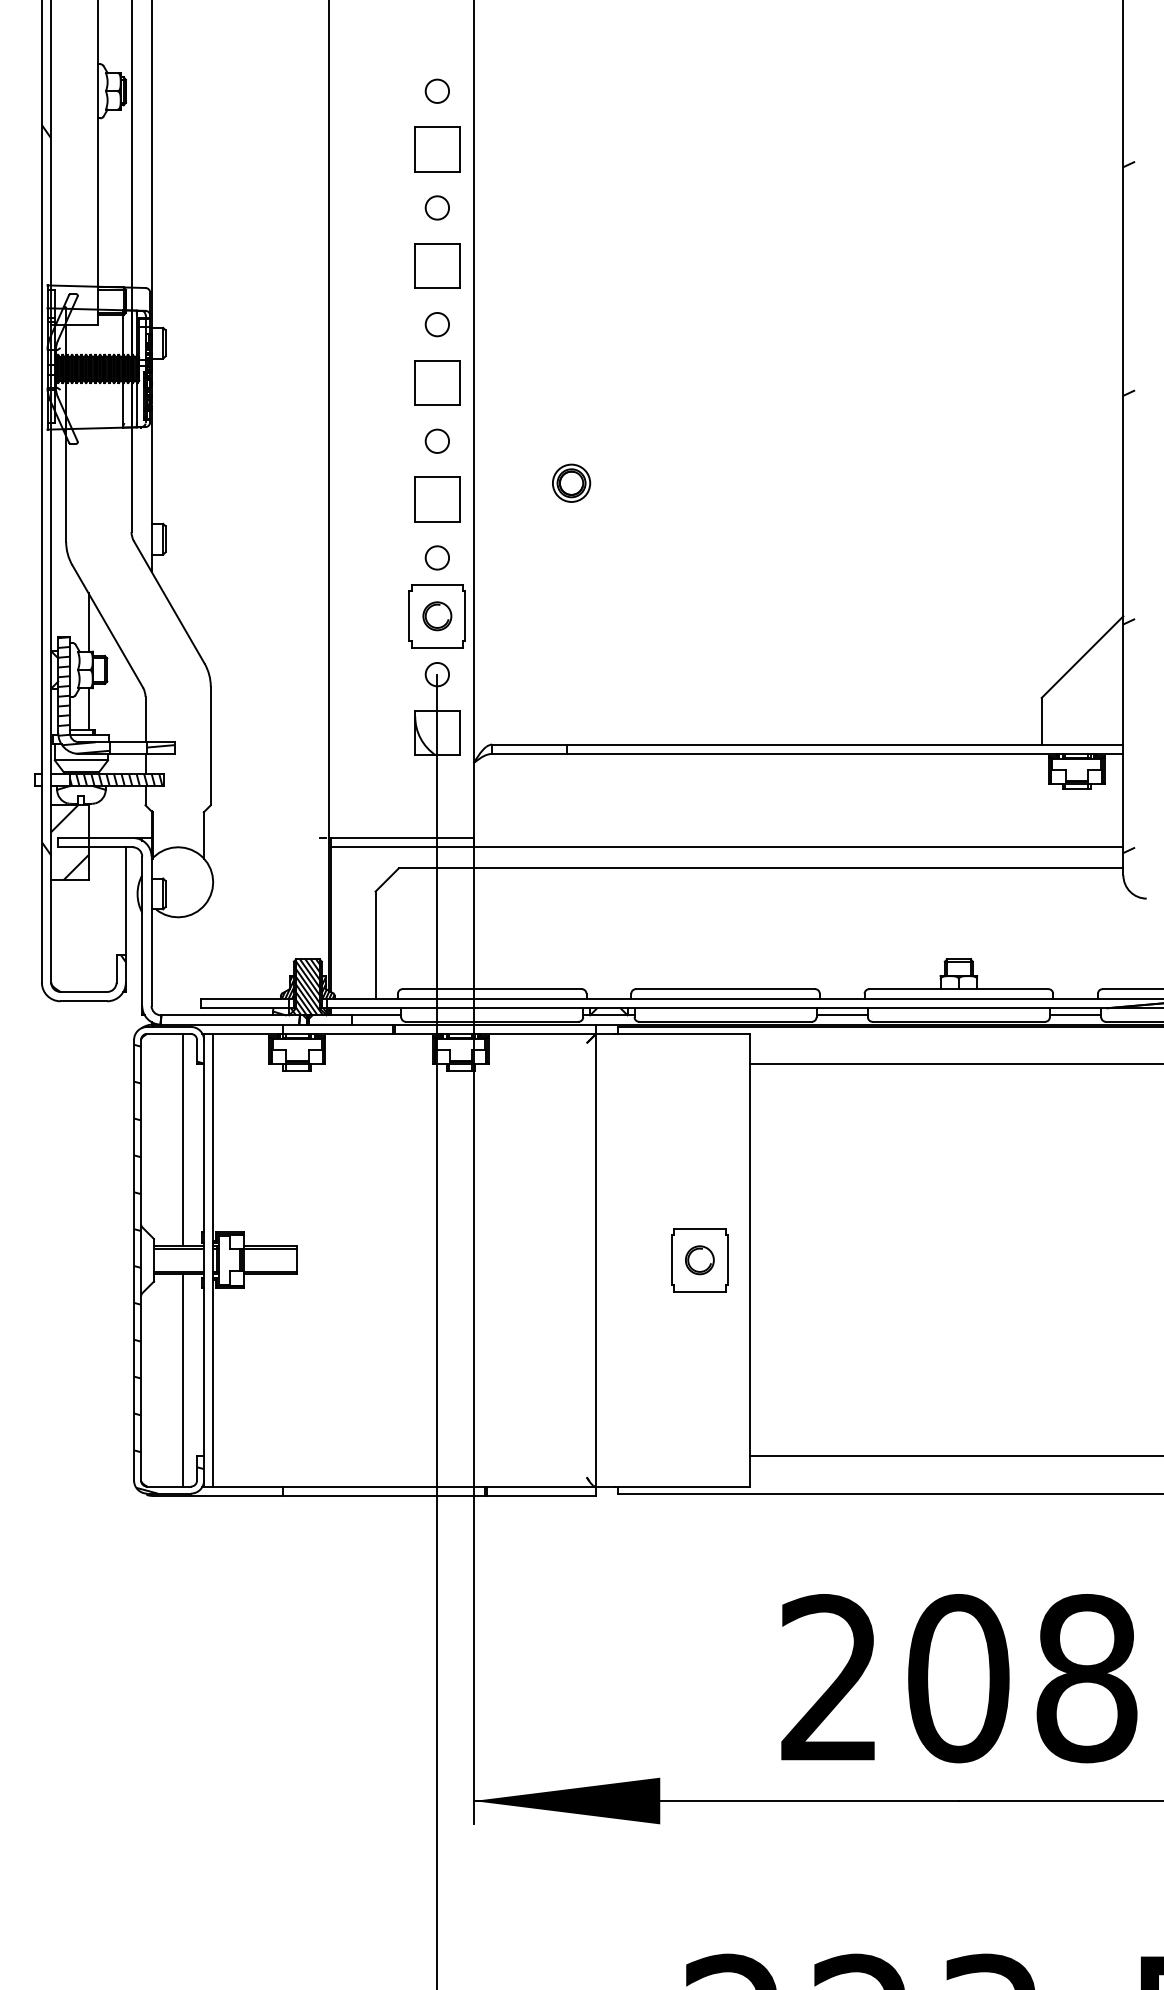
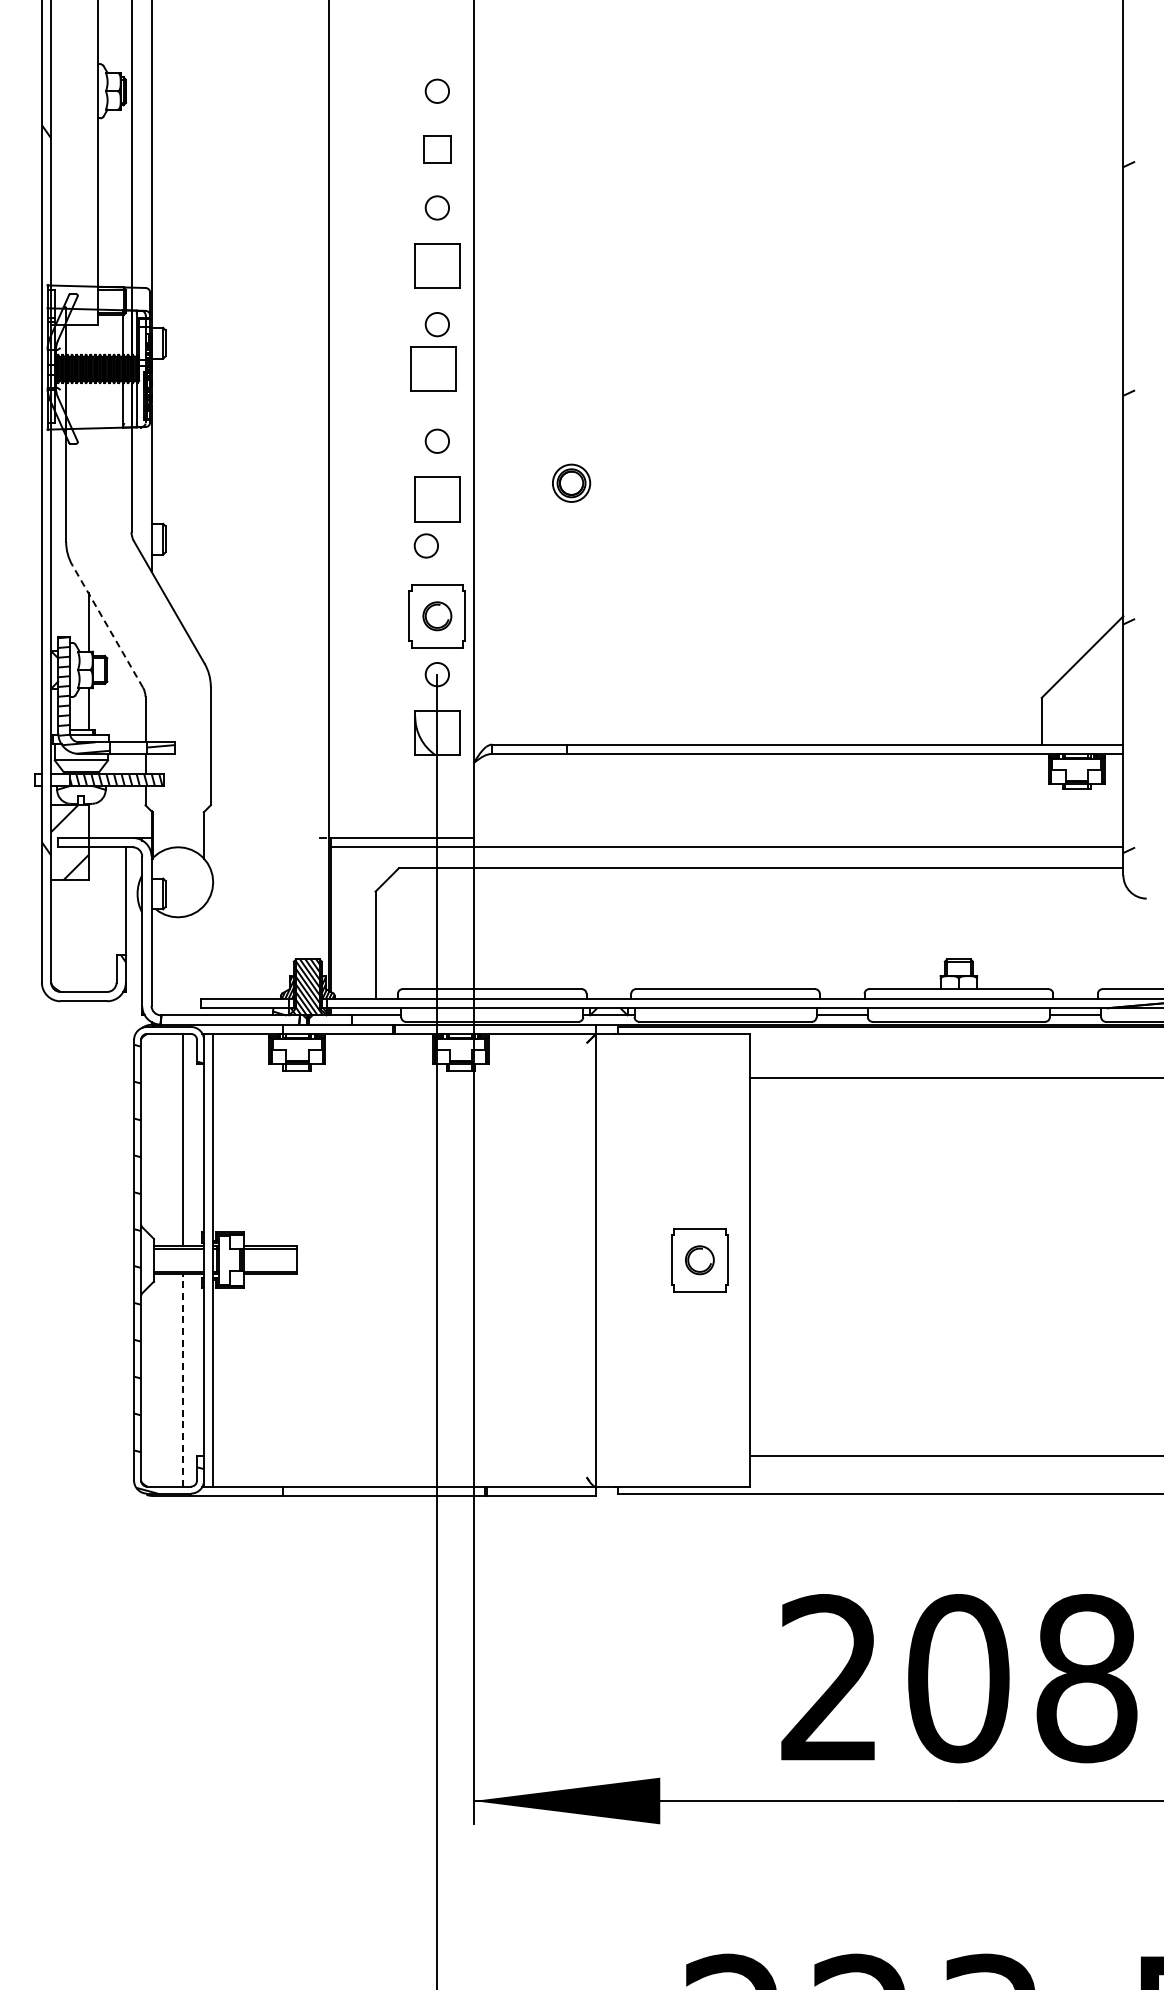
part at (437, 149) size: 47x47 px -> 29x29 px
part at (437, 382) position: (437, 382) -> (433, 368)
circle at (436, 557) position: (436, 557) -> (425, 545)
line at (107, 626): solid -> dashed
line at (955, 1064) position: (955, 1064) -> (955, 1078)
line at (183, 1379): solid -> dashed
